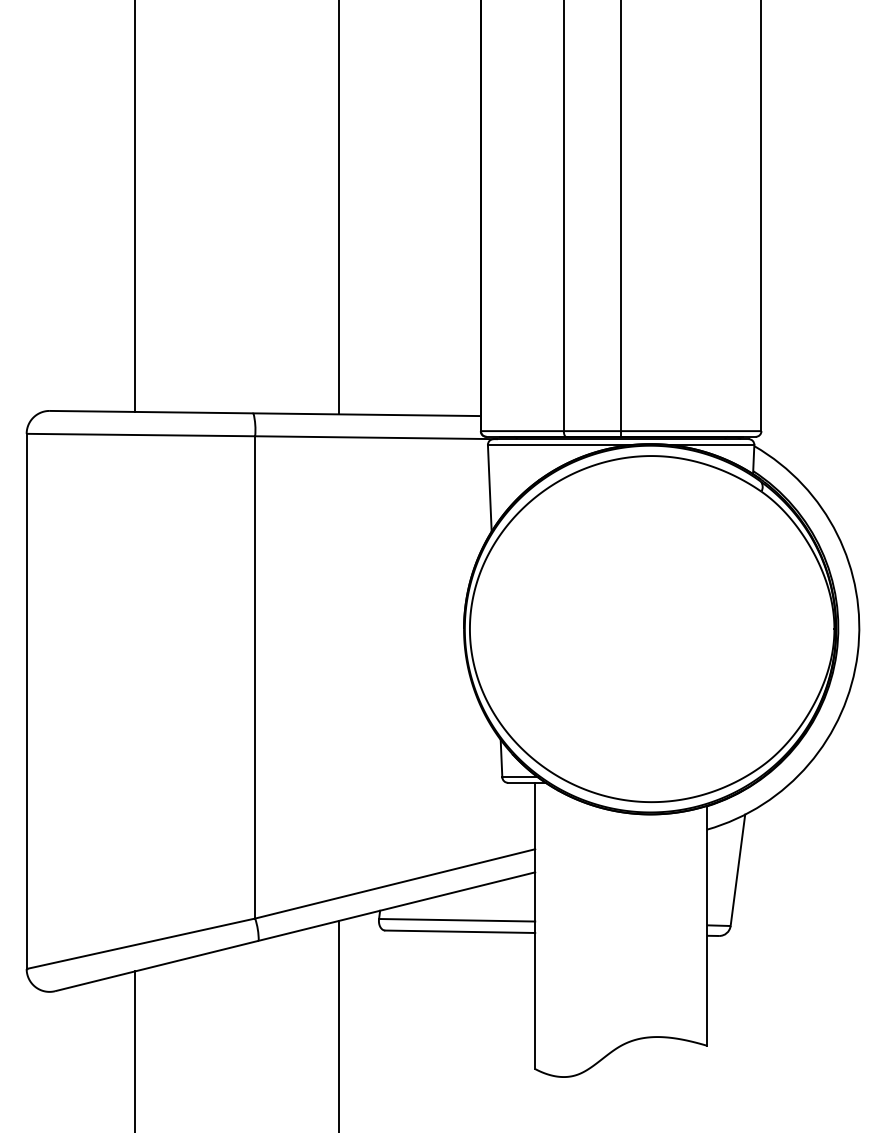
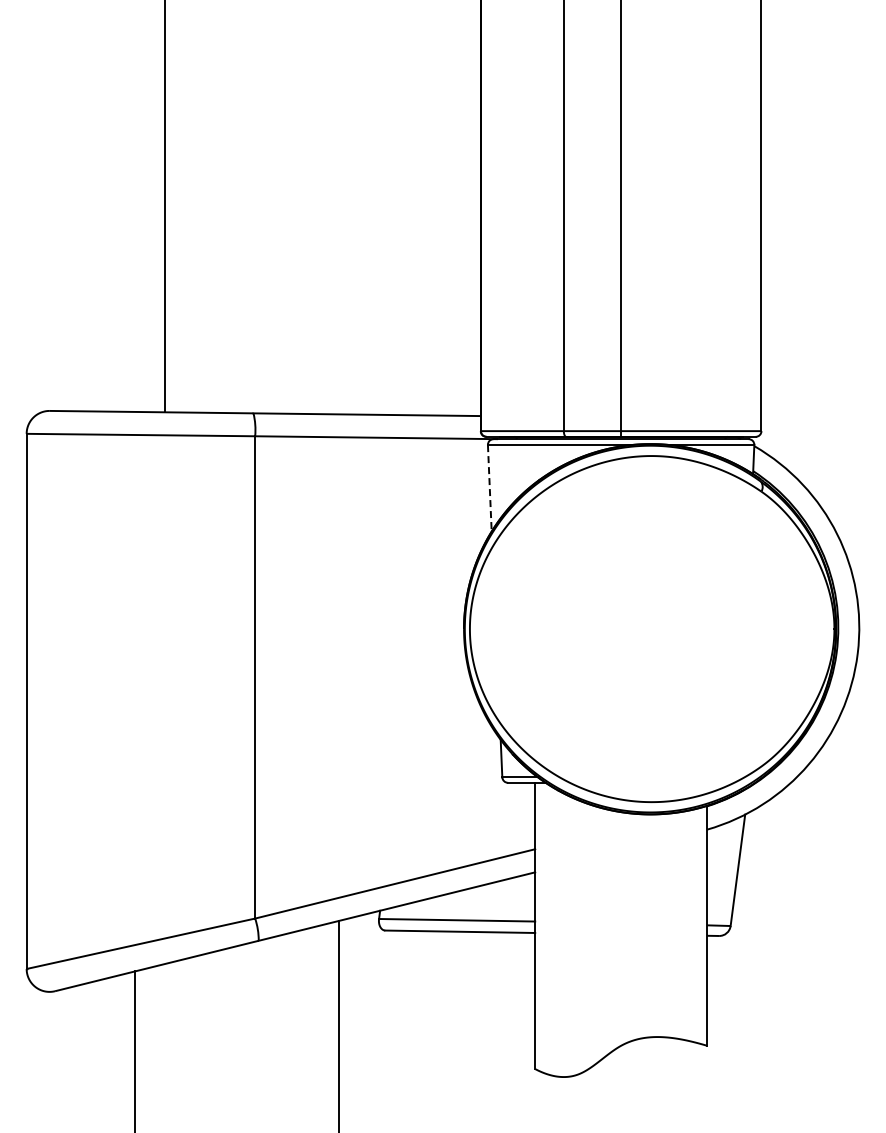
line at (135, 206) position: (135, 206) -> (165, 206)
line at (339, 208): present -> none
line at (489, 488): solid -> dashed
